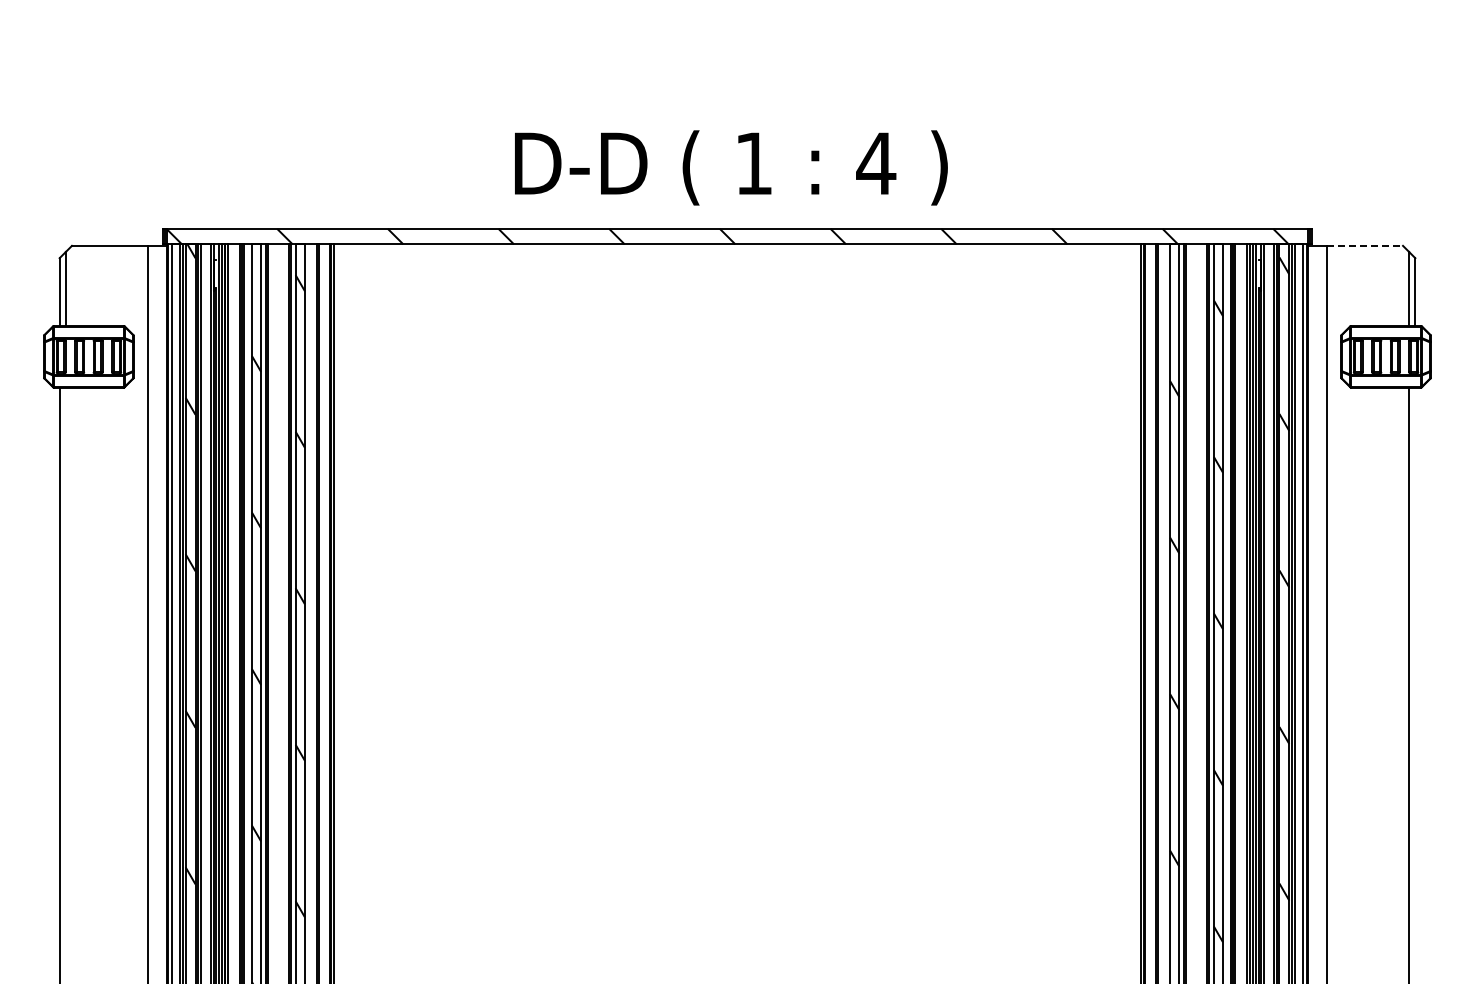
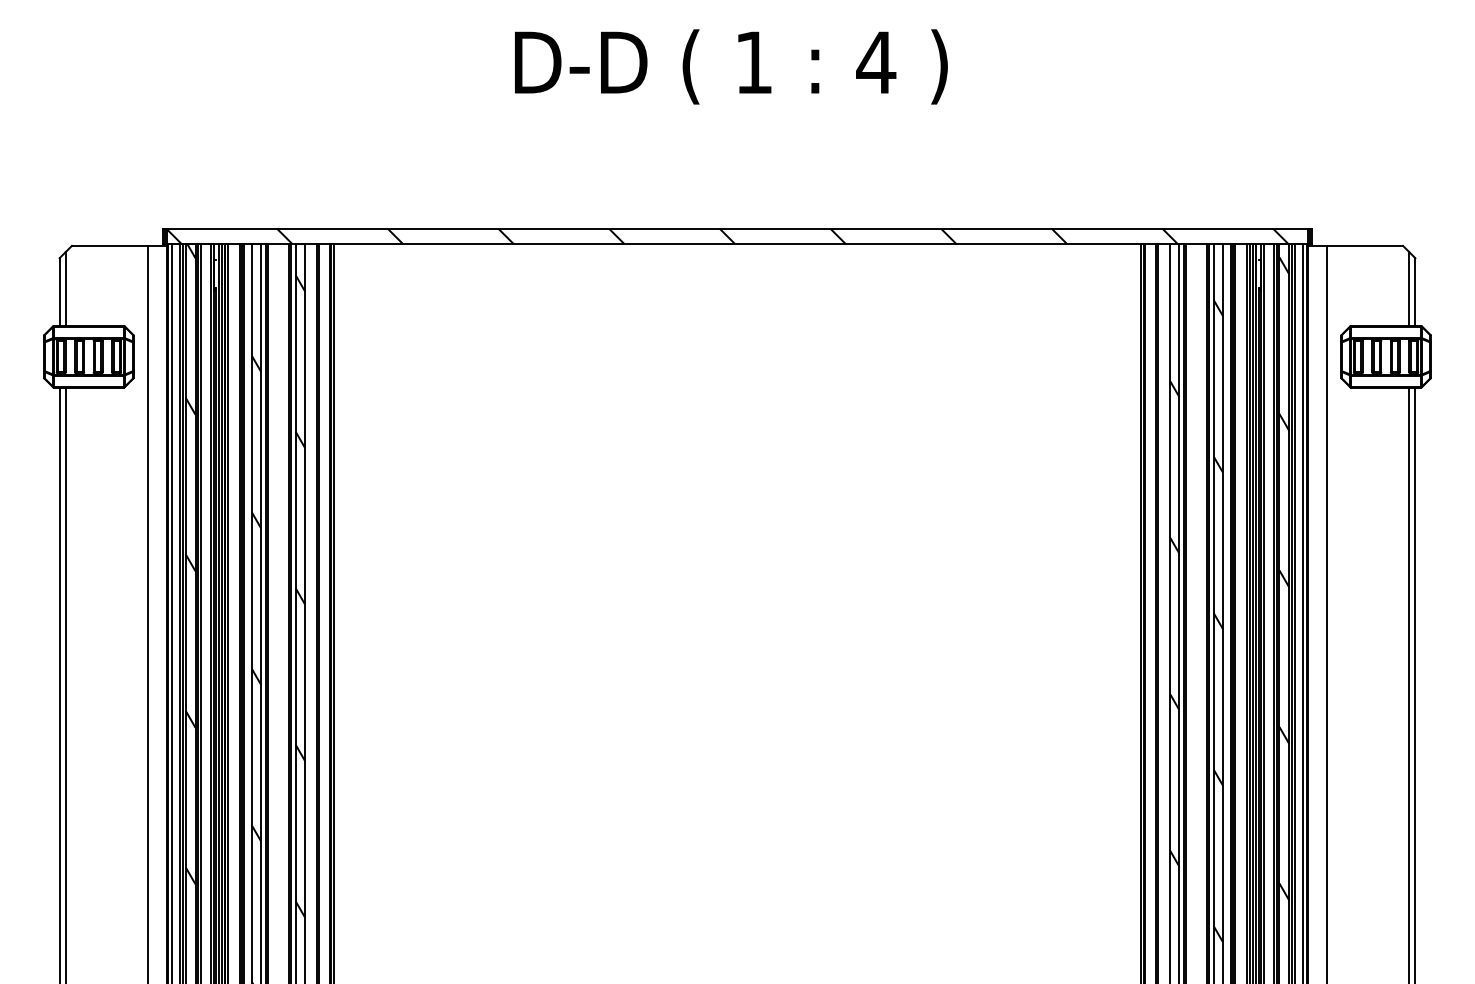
text at (731, 167) position: (731, 167) -> (731, 66)
line at (1365, 245): dashed -> solid
line at (65, 683): none -> present
line at (1415, 683): none -> present
